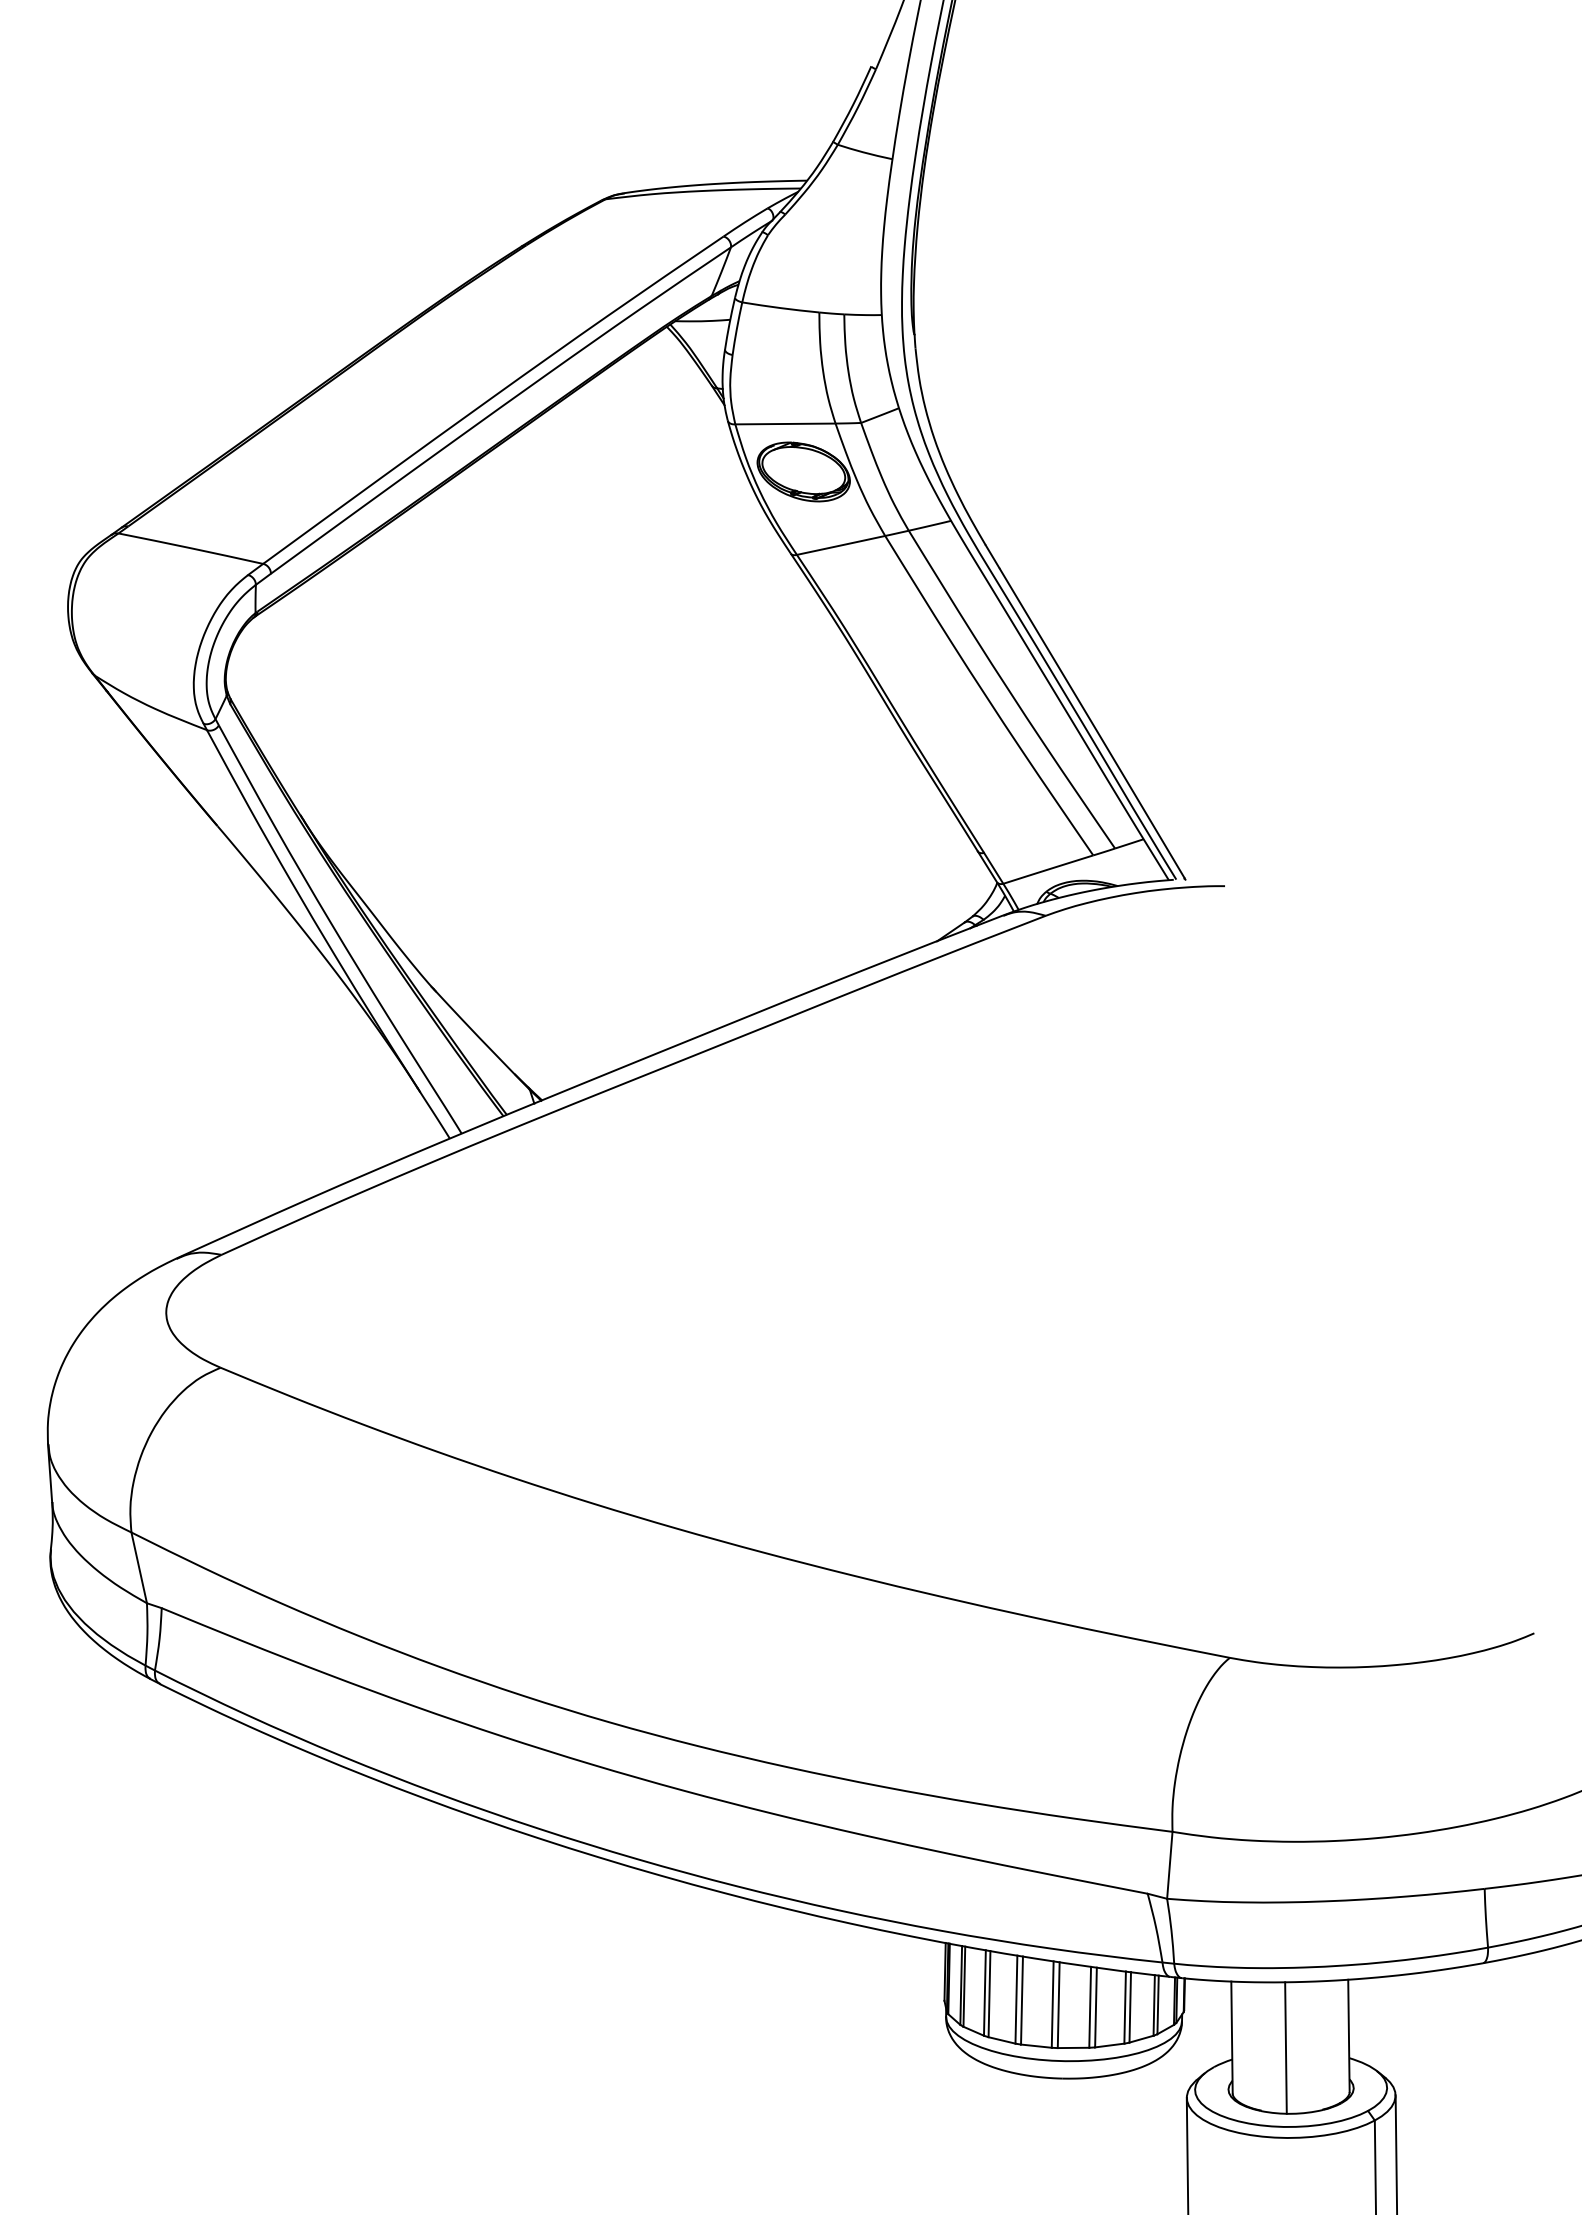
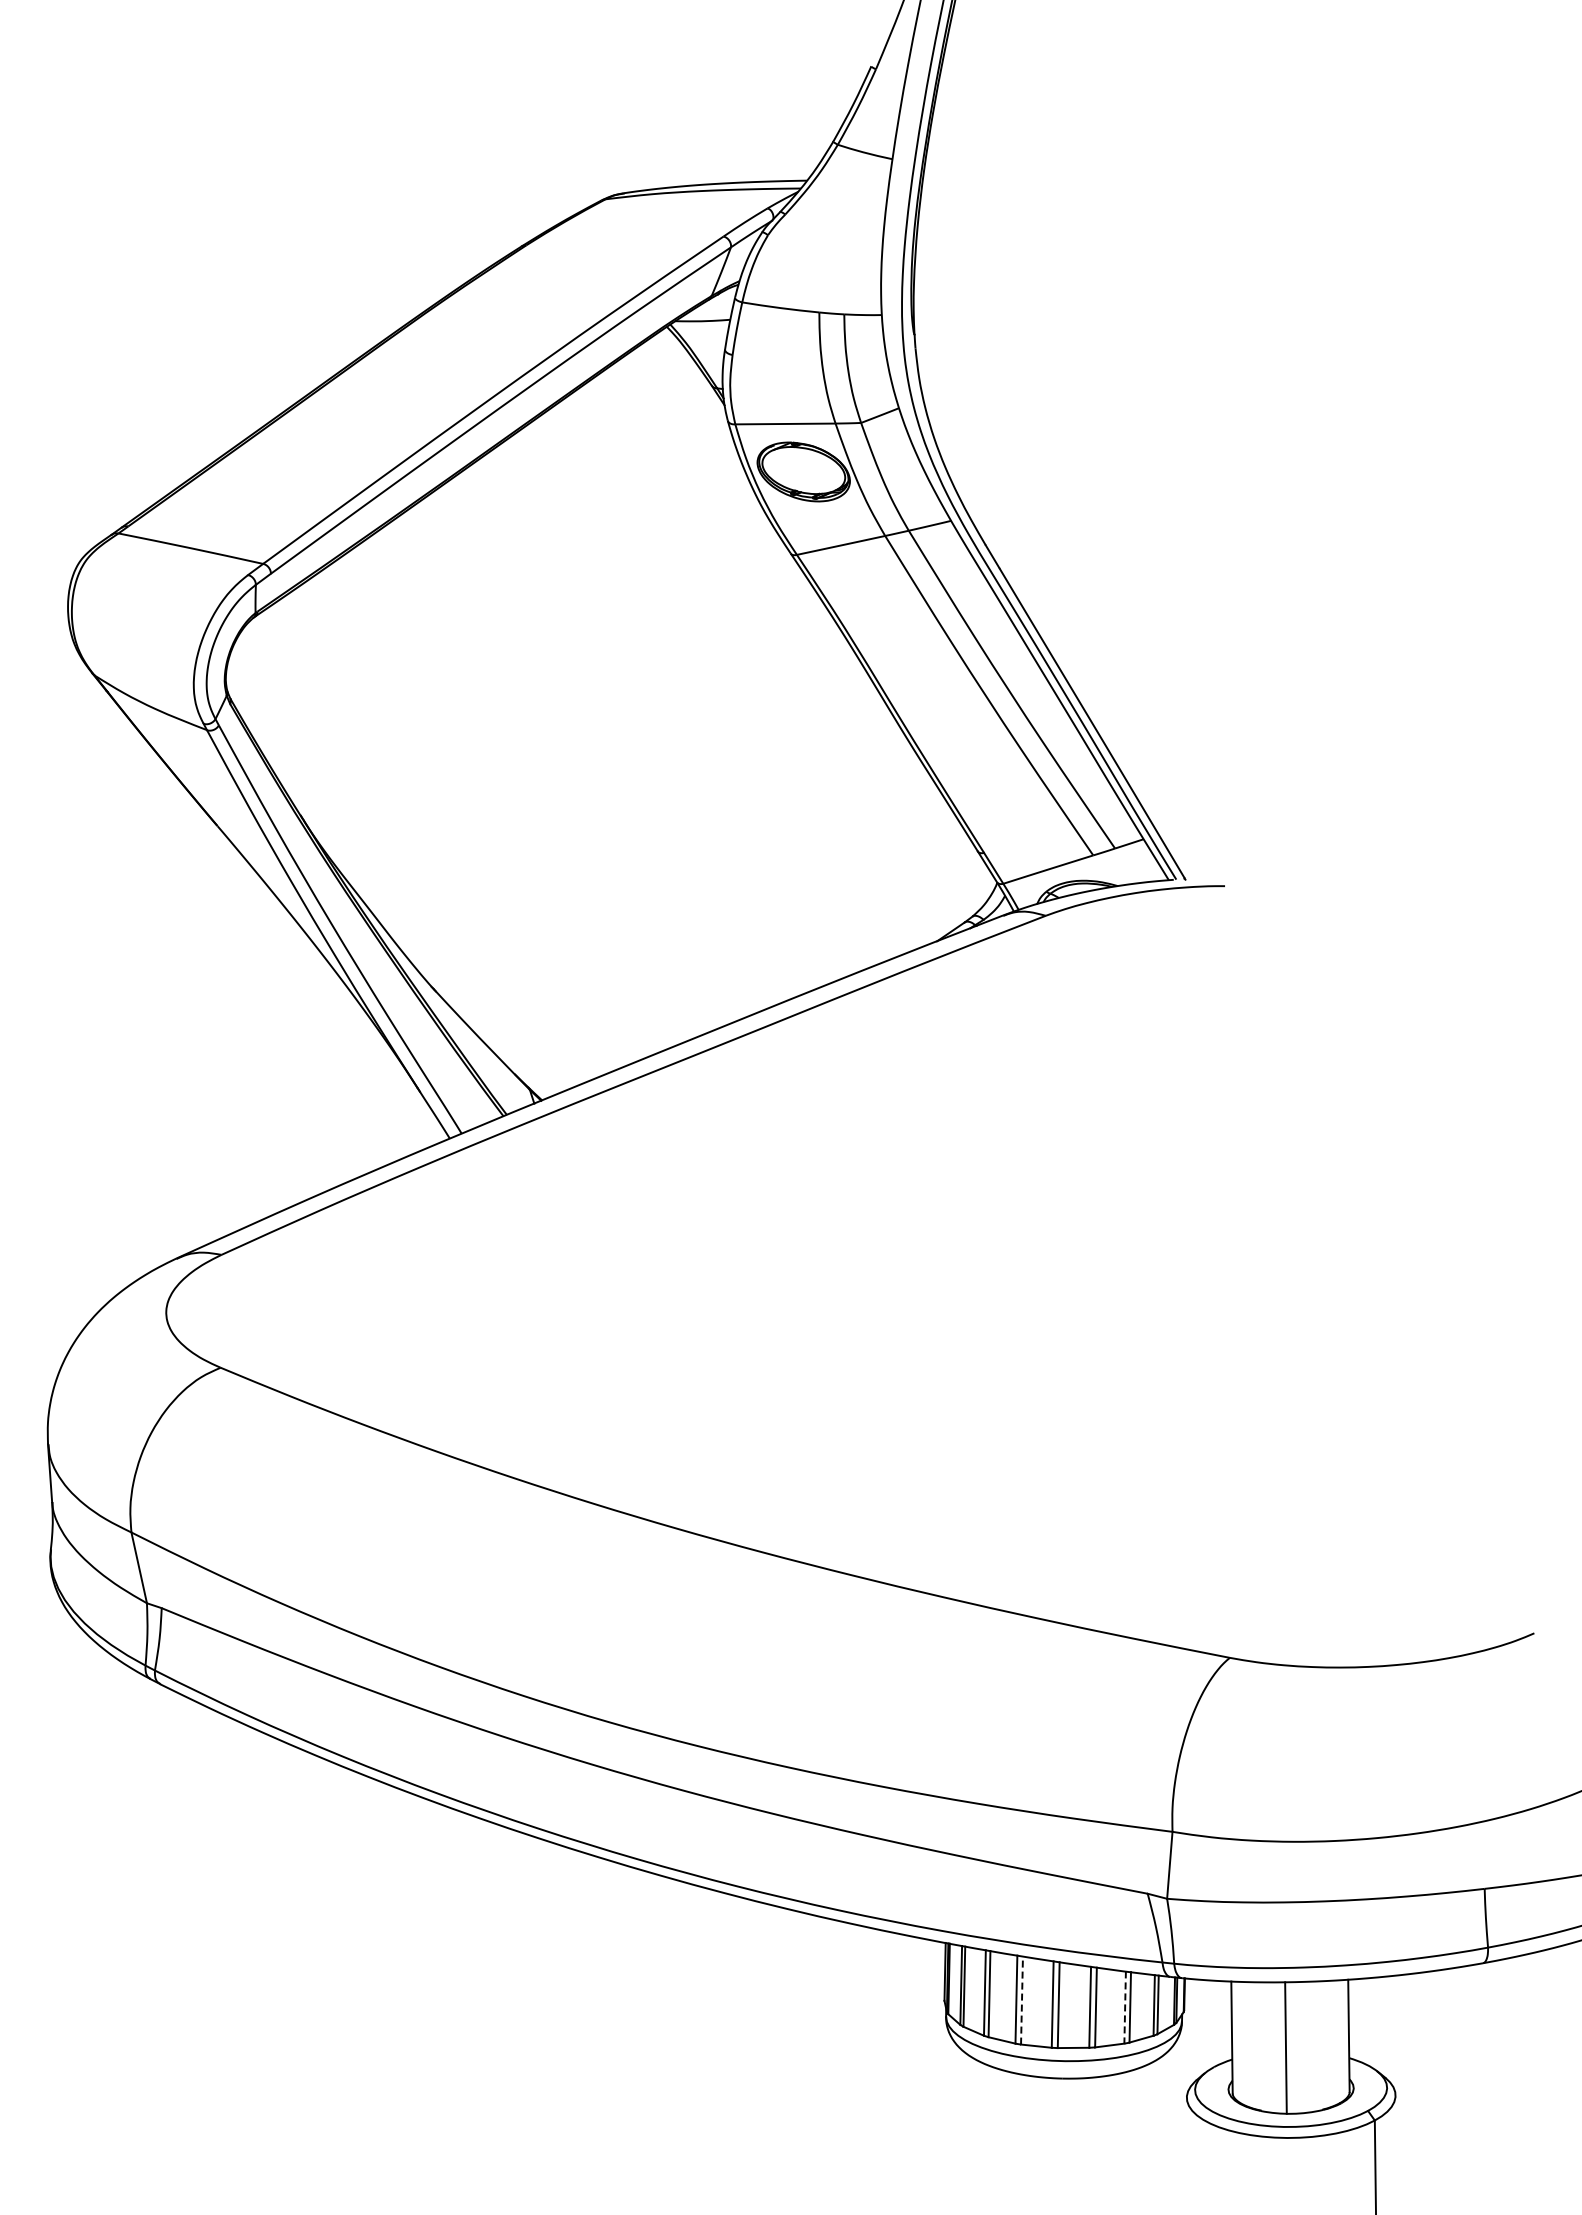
line at (1022, 2000): solid -> dashed
line at (1125, 2008): solid -> dashed
line at (1396, 2153): present -> none
line at (1187, 2154): present -> none
